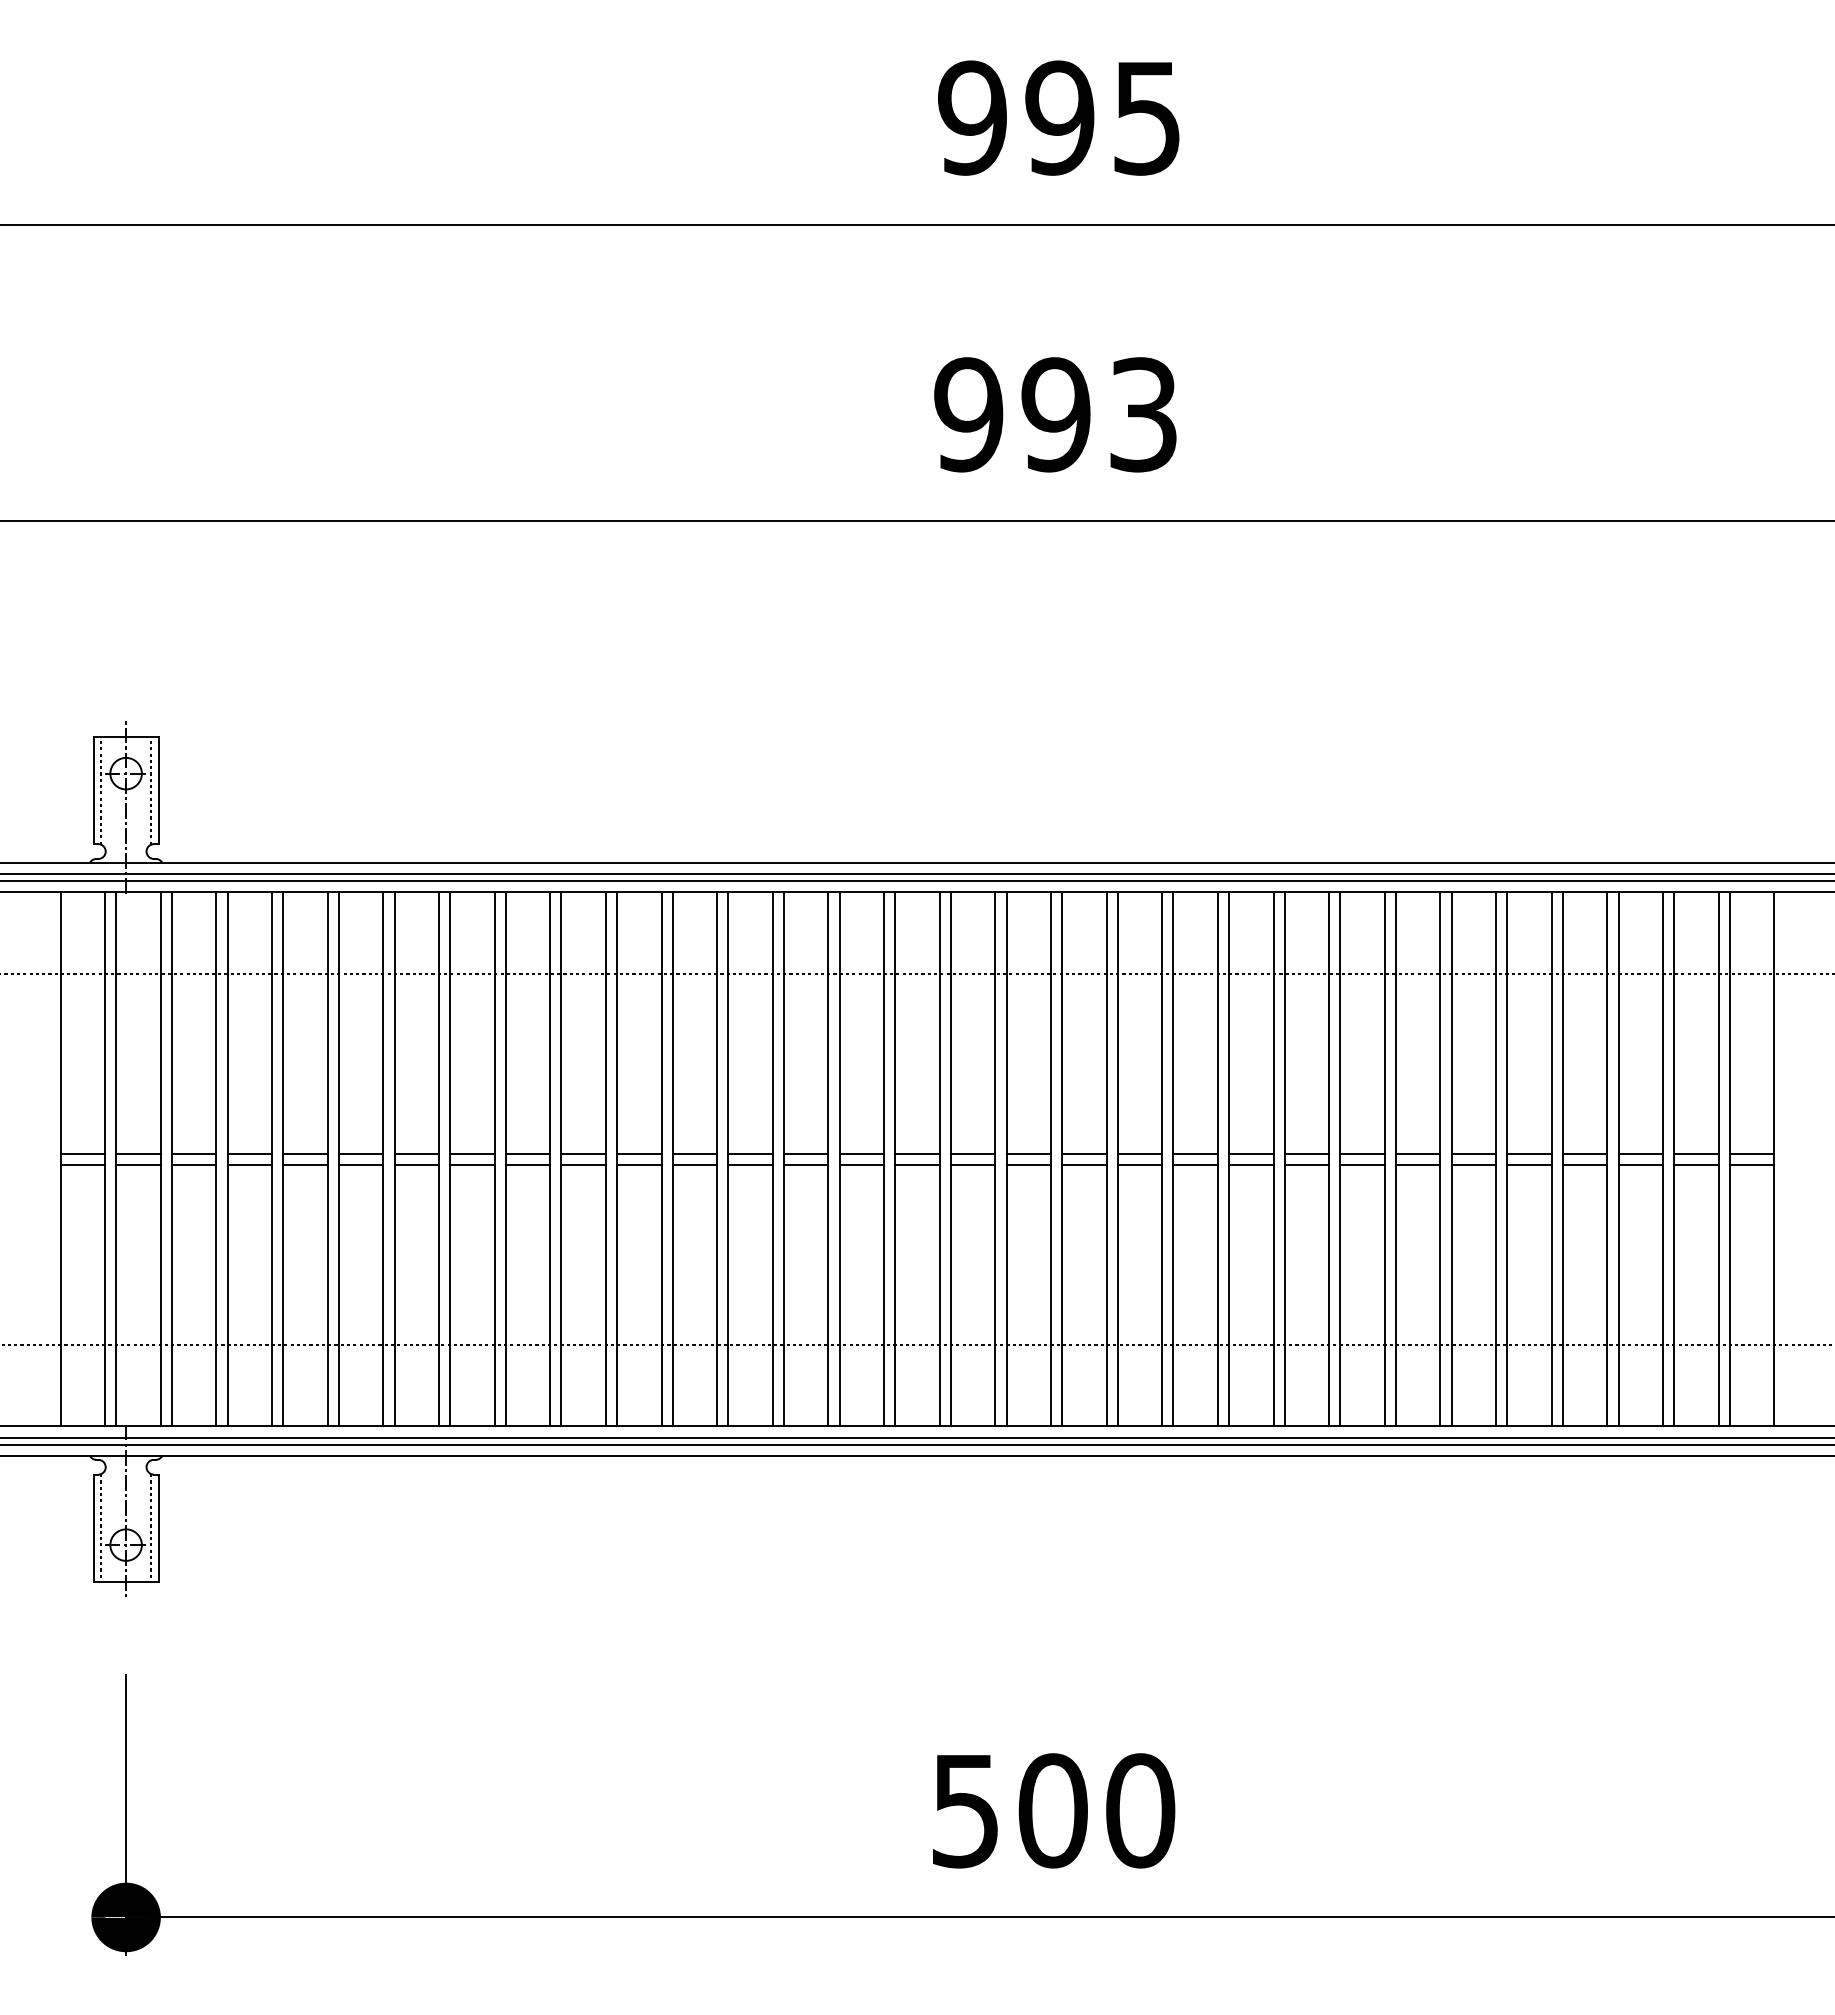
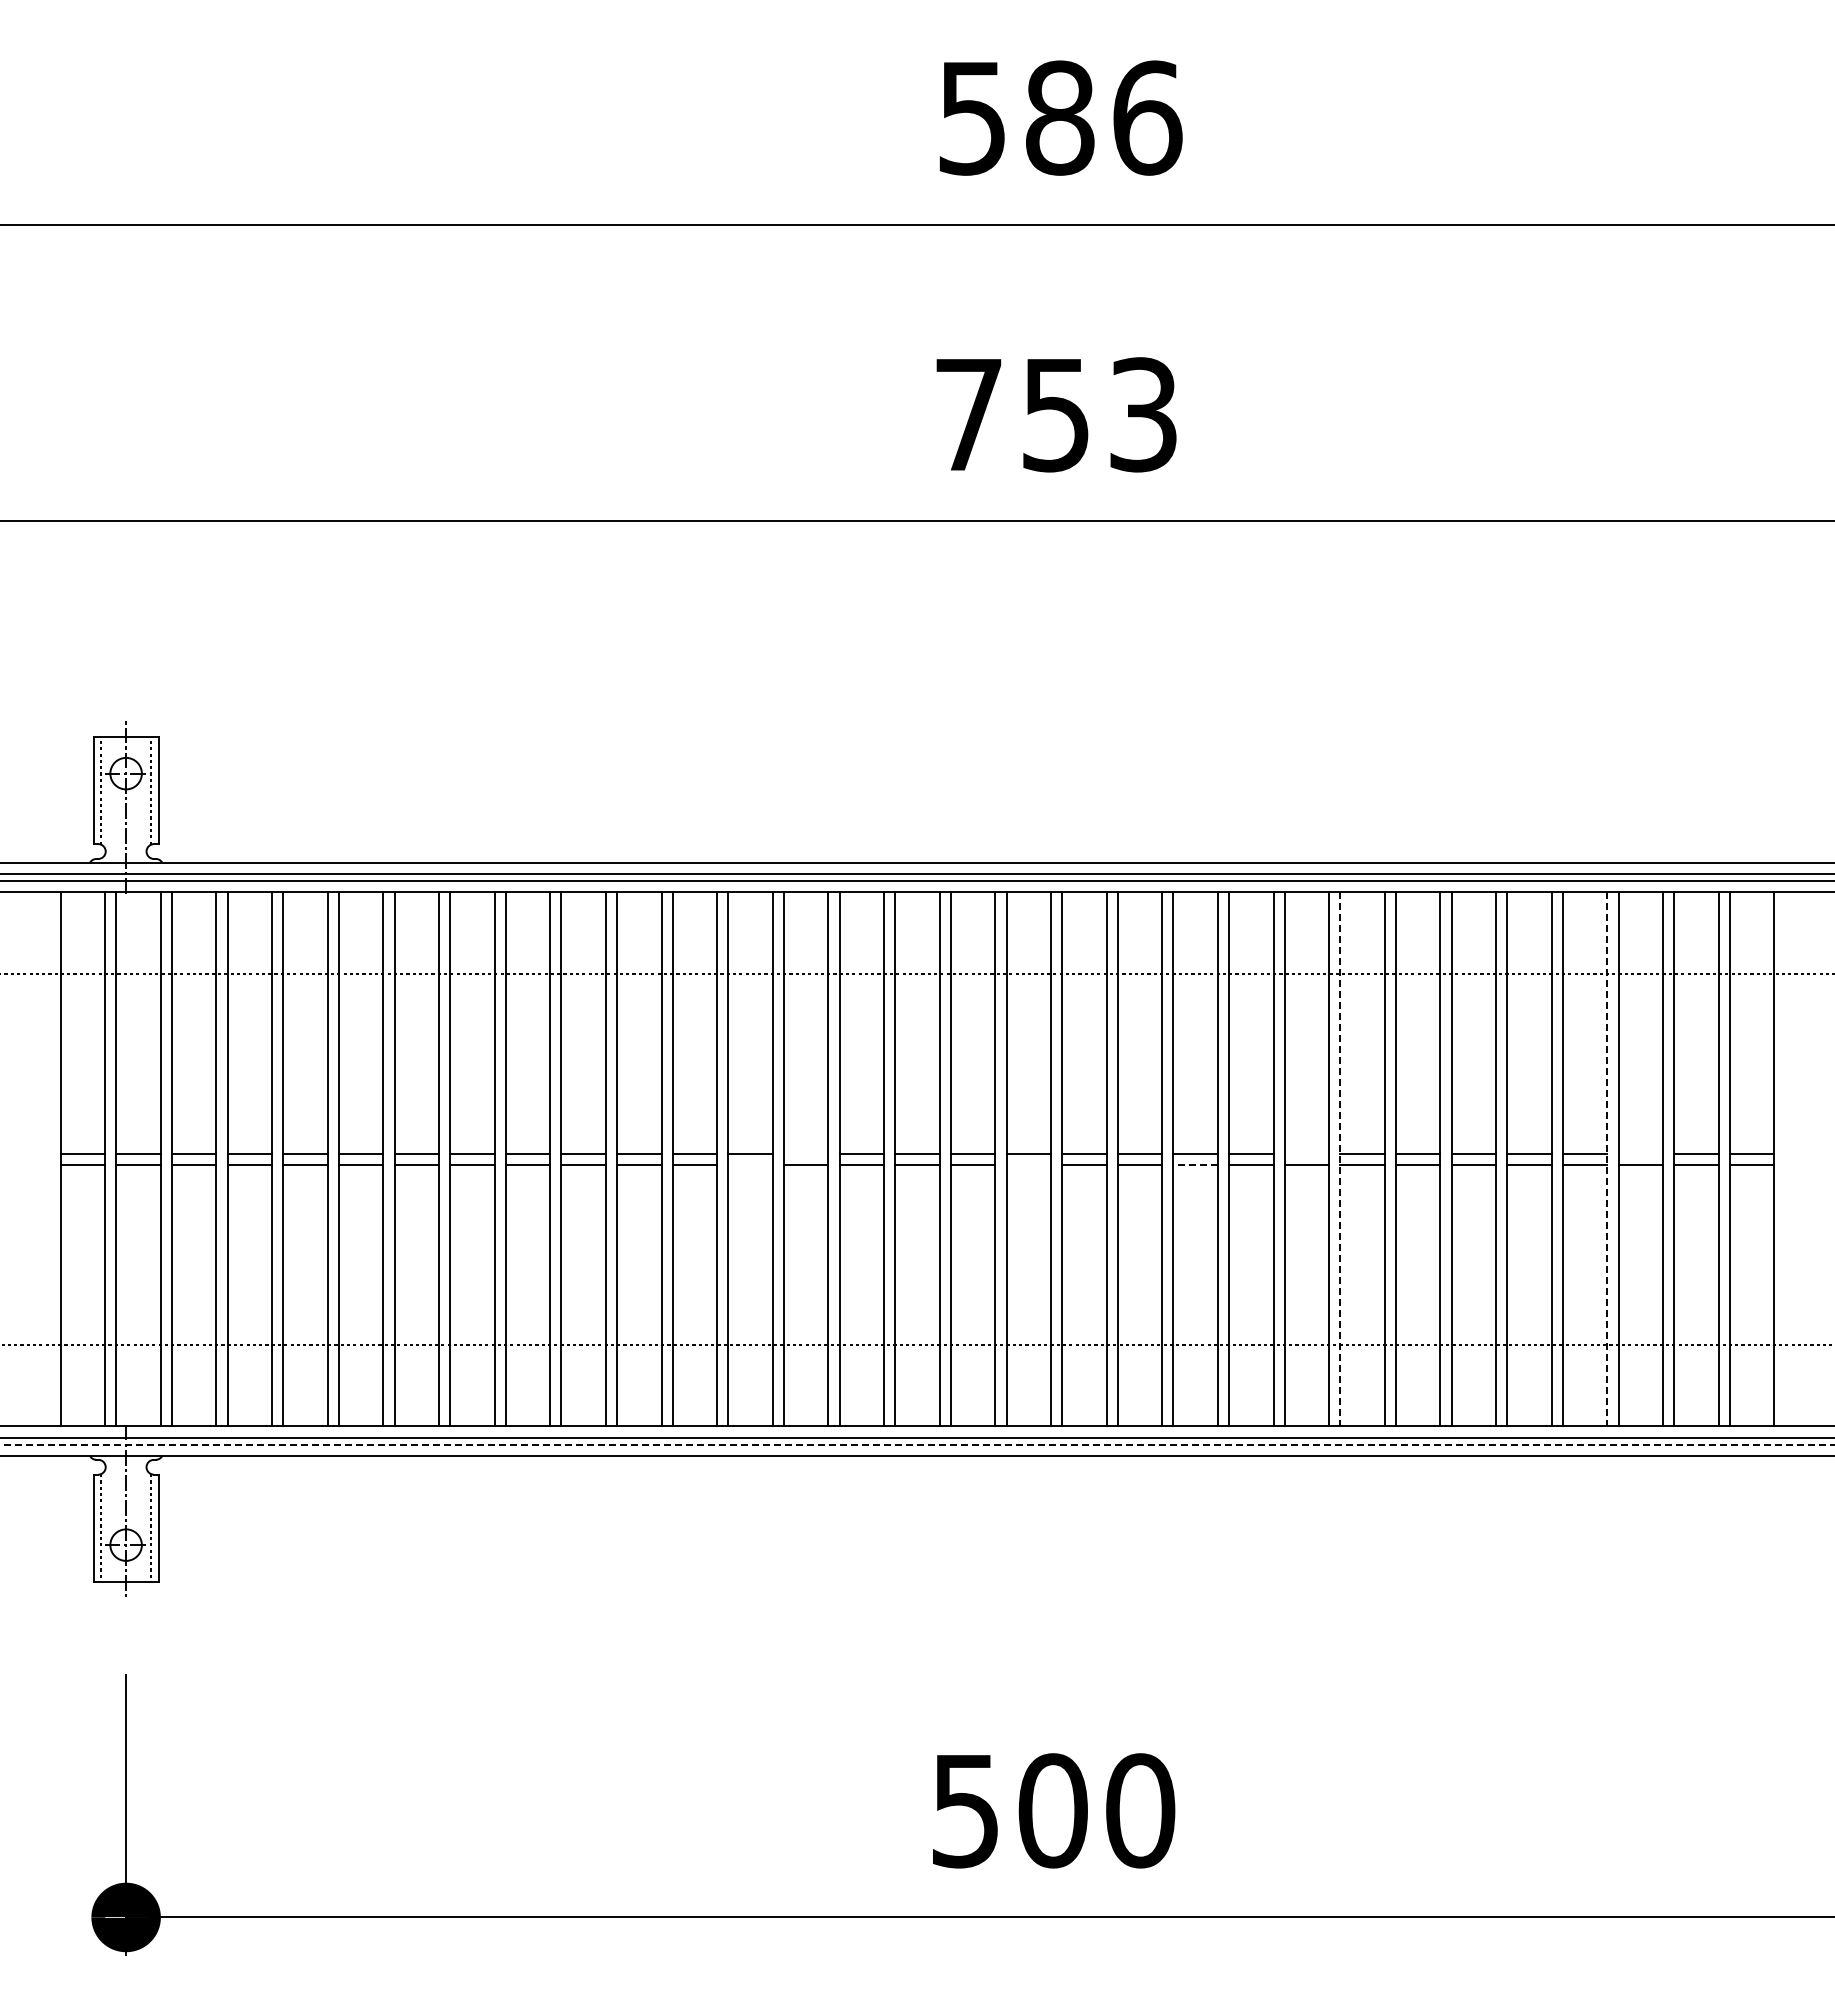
text at (1060, 117): 995 -> 586
text at (1012, 414): 993 -> 753
line at (805, 1153): present -> none
line at (1306, 1153): present -> none
line at (1640, 1153): present -> none
line at (1340, 1159): solid -> dashed
line at (1607, 1159): solid -> dashed
line at (750, 1164): present -> none
line at (1028, 1164): present -> none
line at (1195, 1164): solid -> dashed
line at (917, 1445): solid -> dashed
